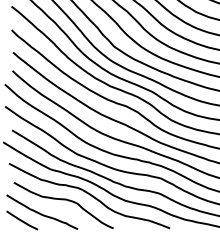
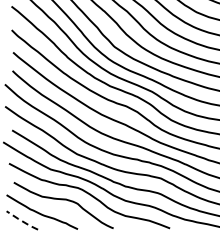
line at (21, 220): solid -> dashed
